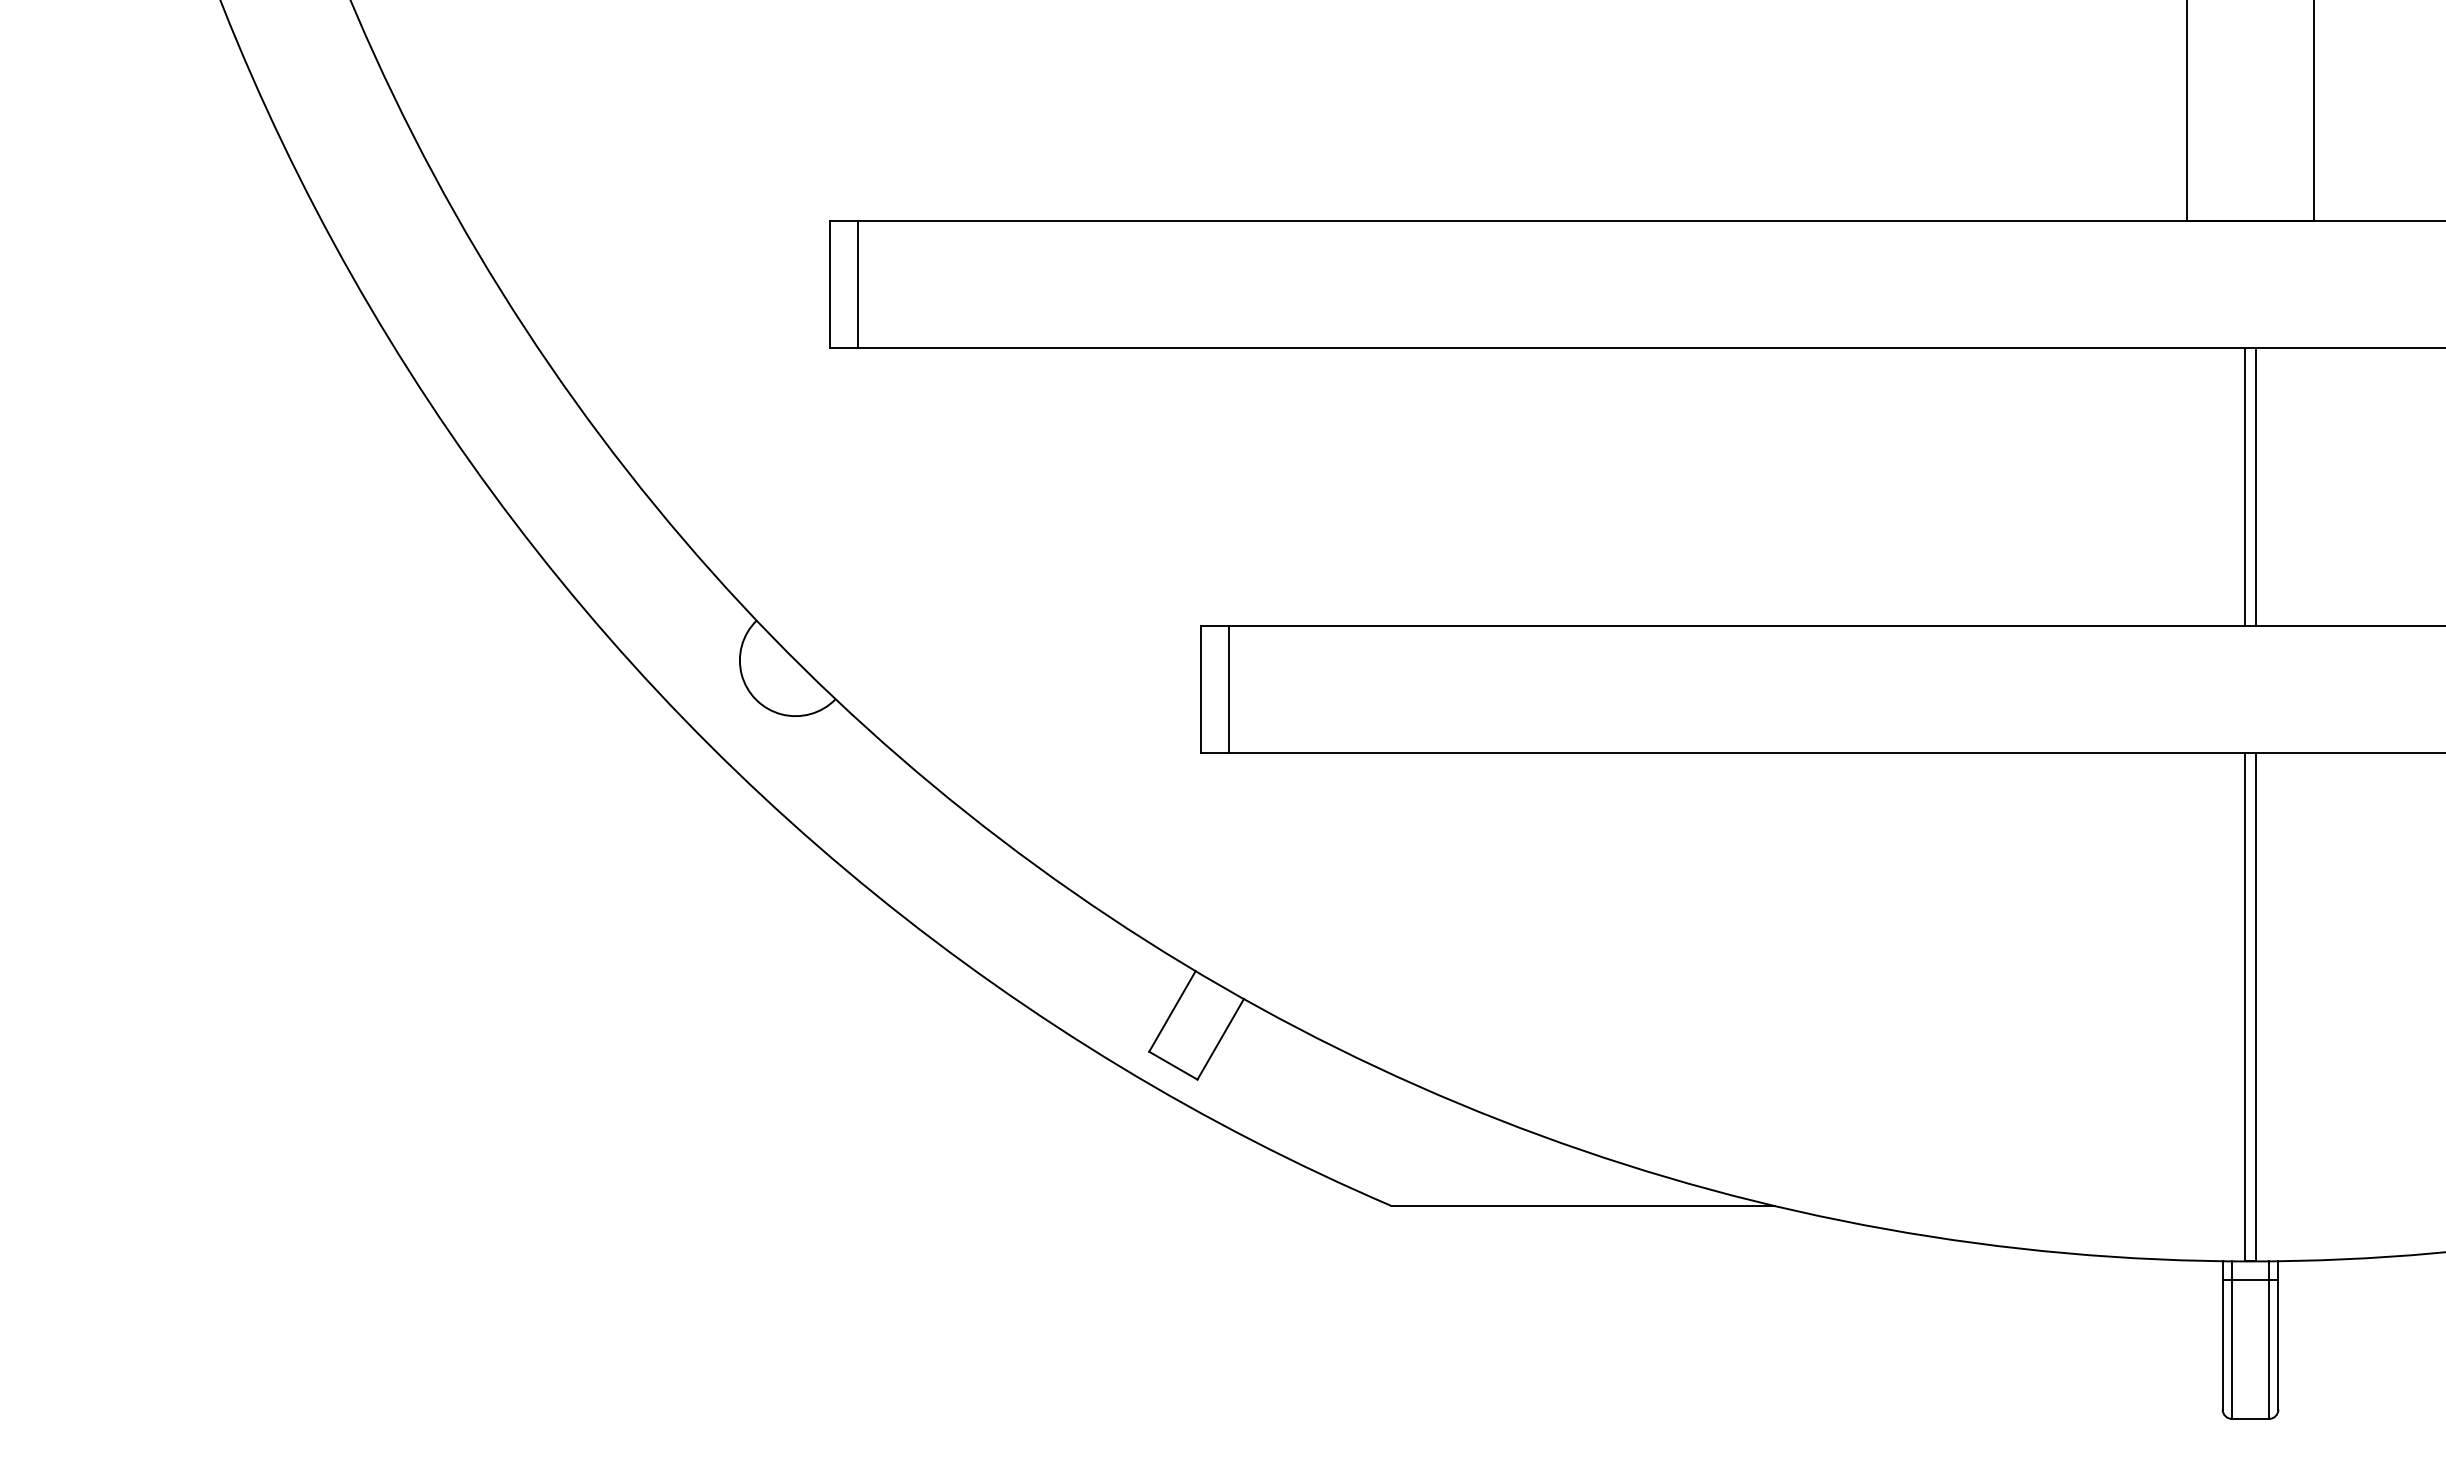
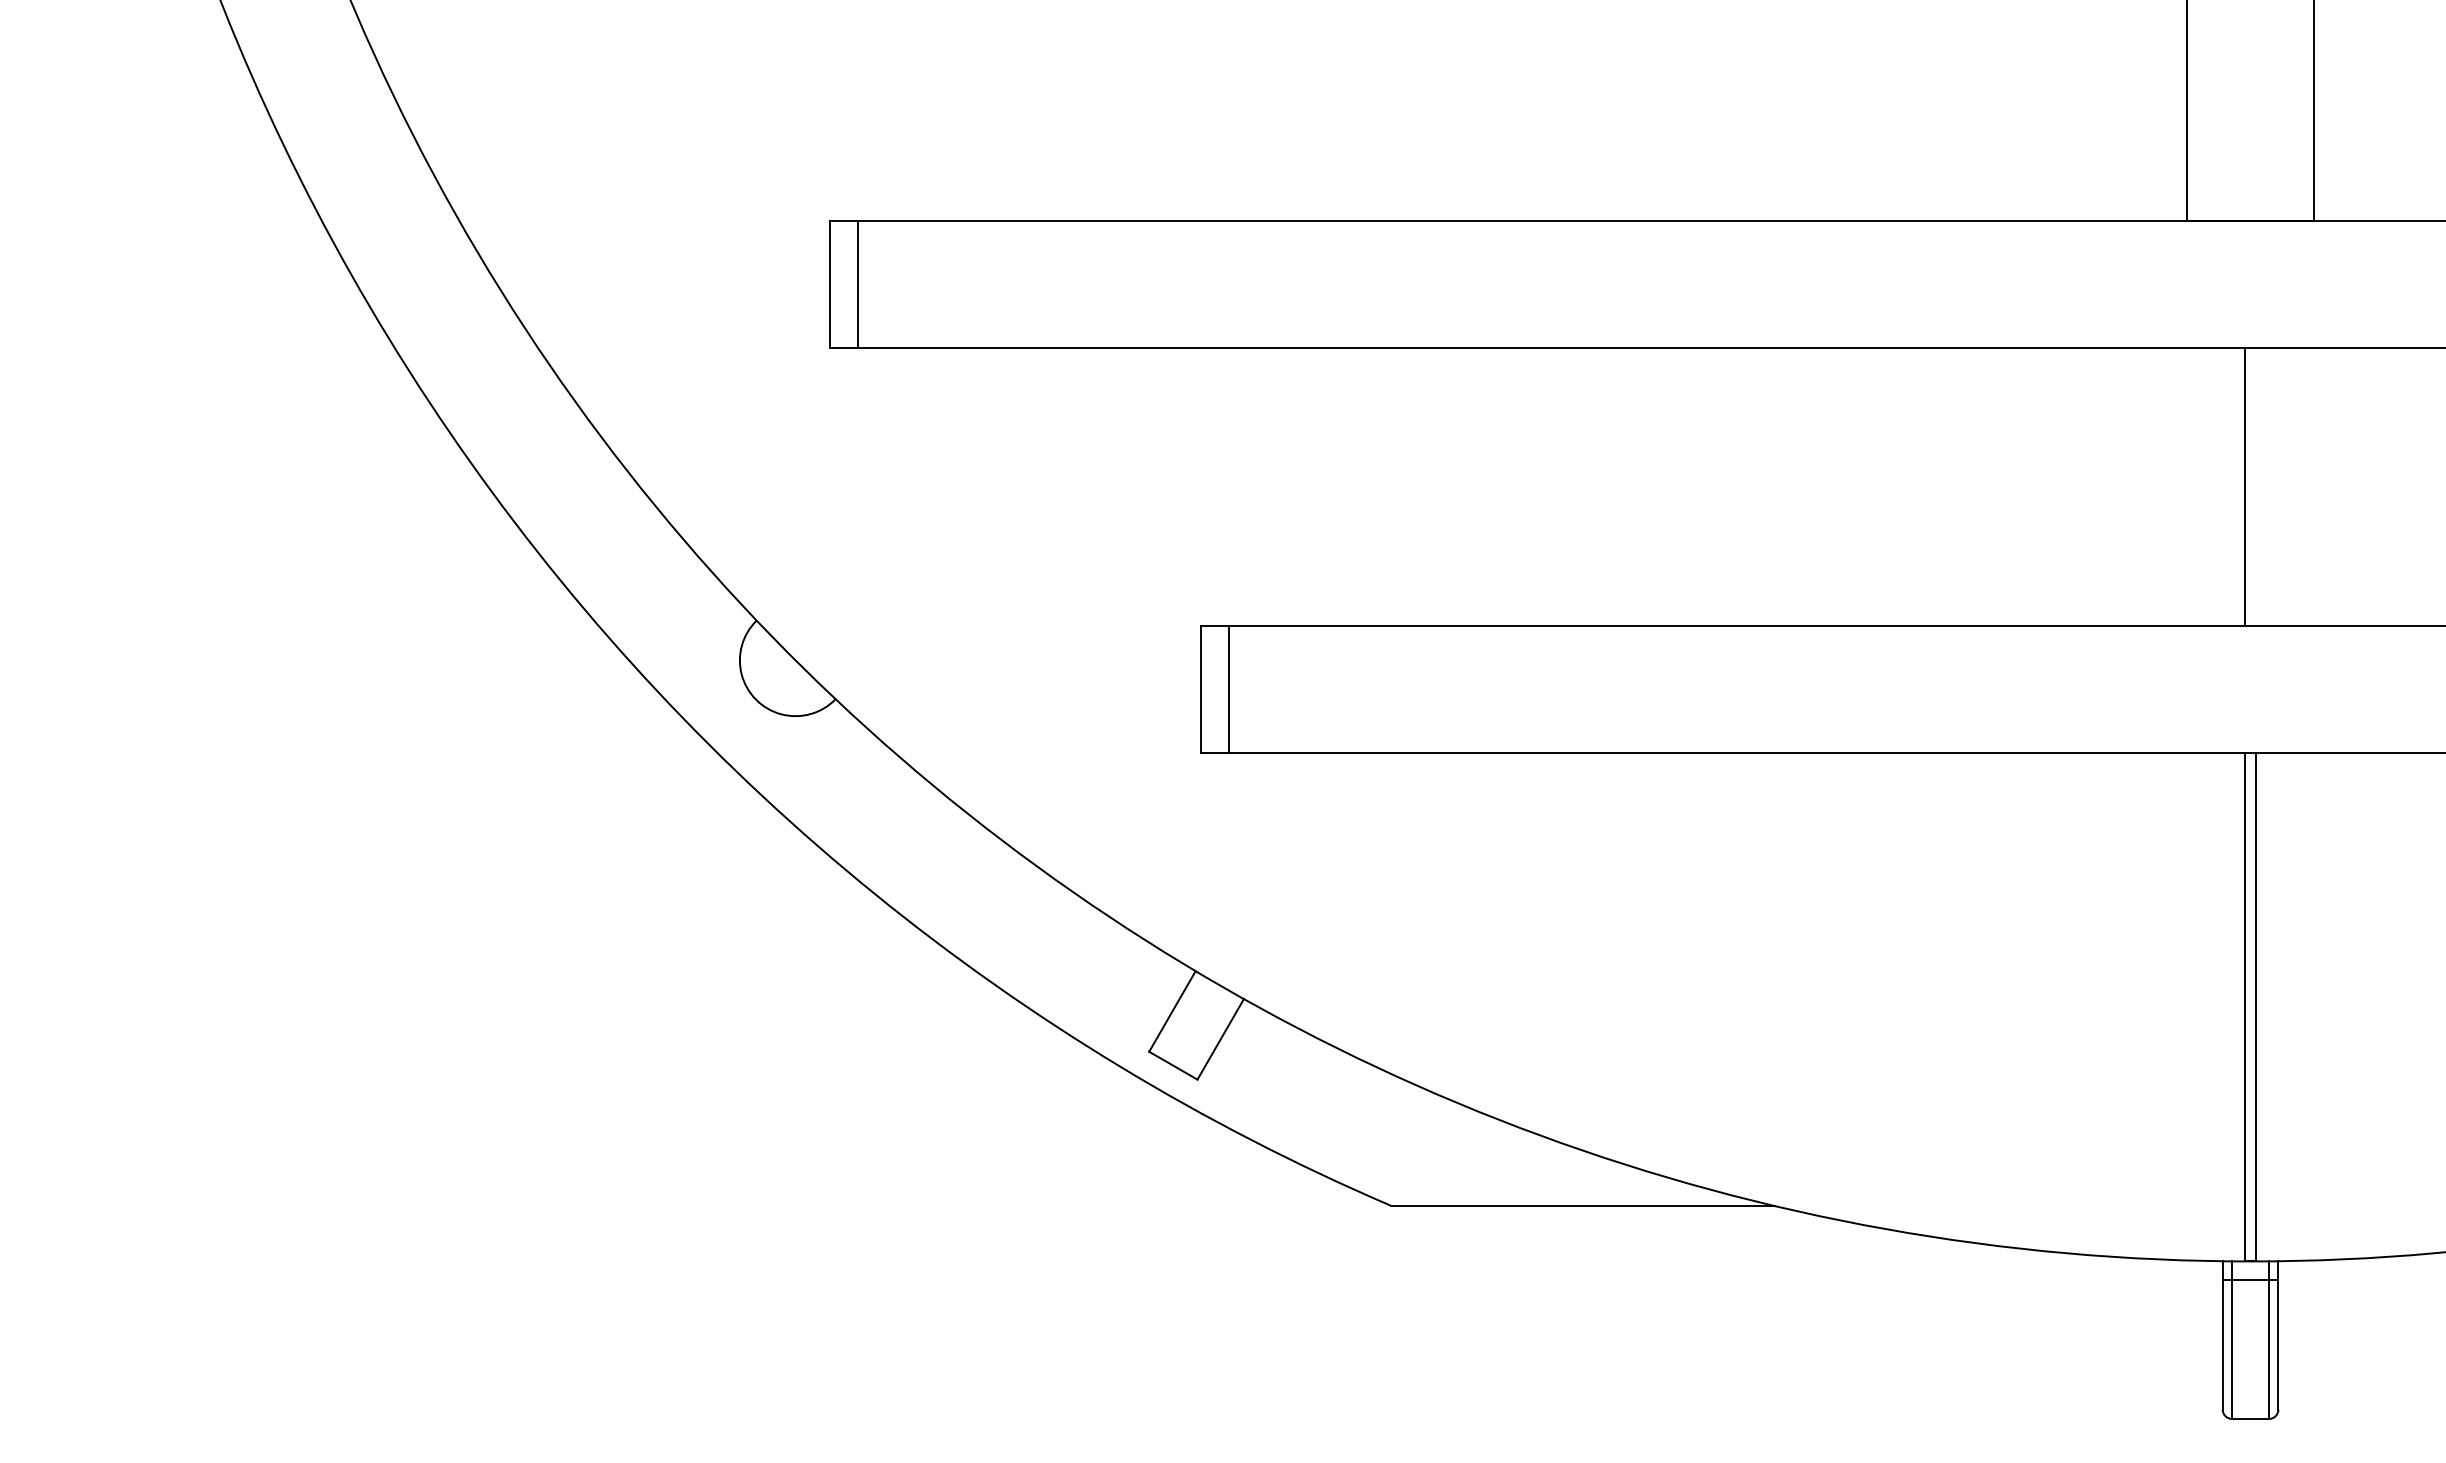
line at (2256, 486): present -> none
